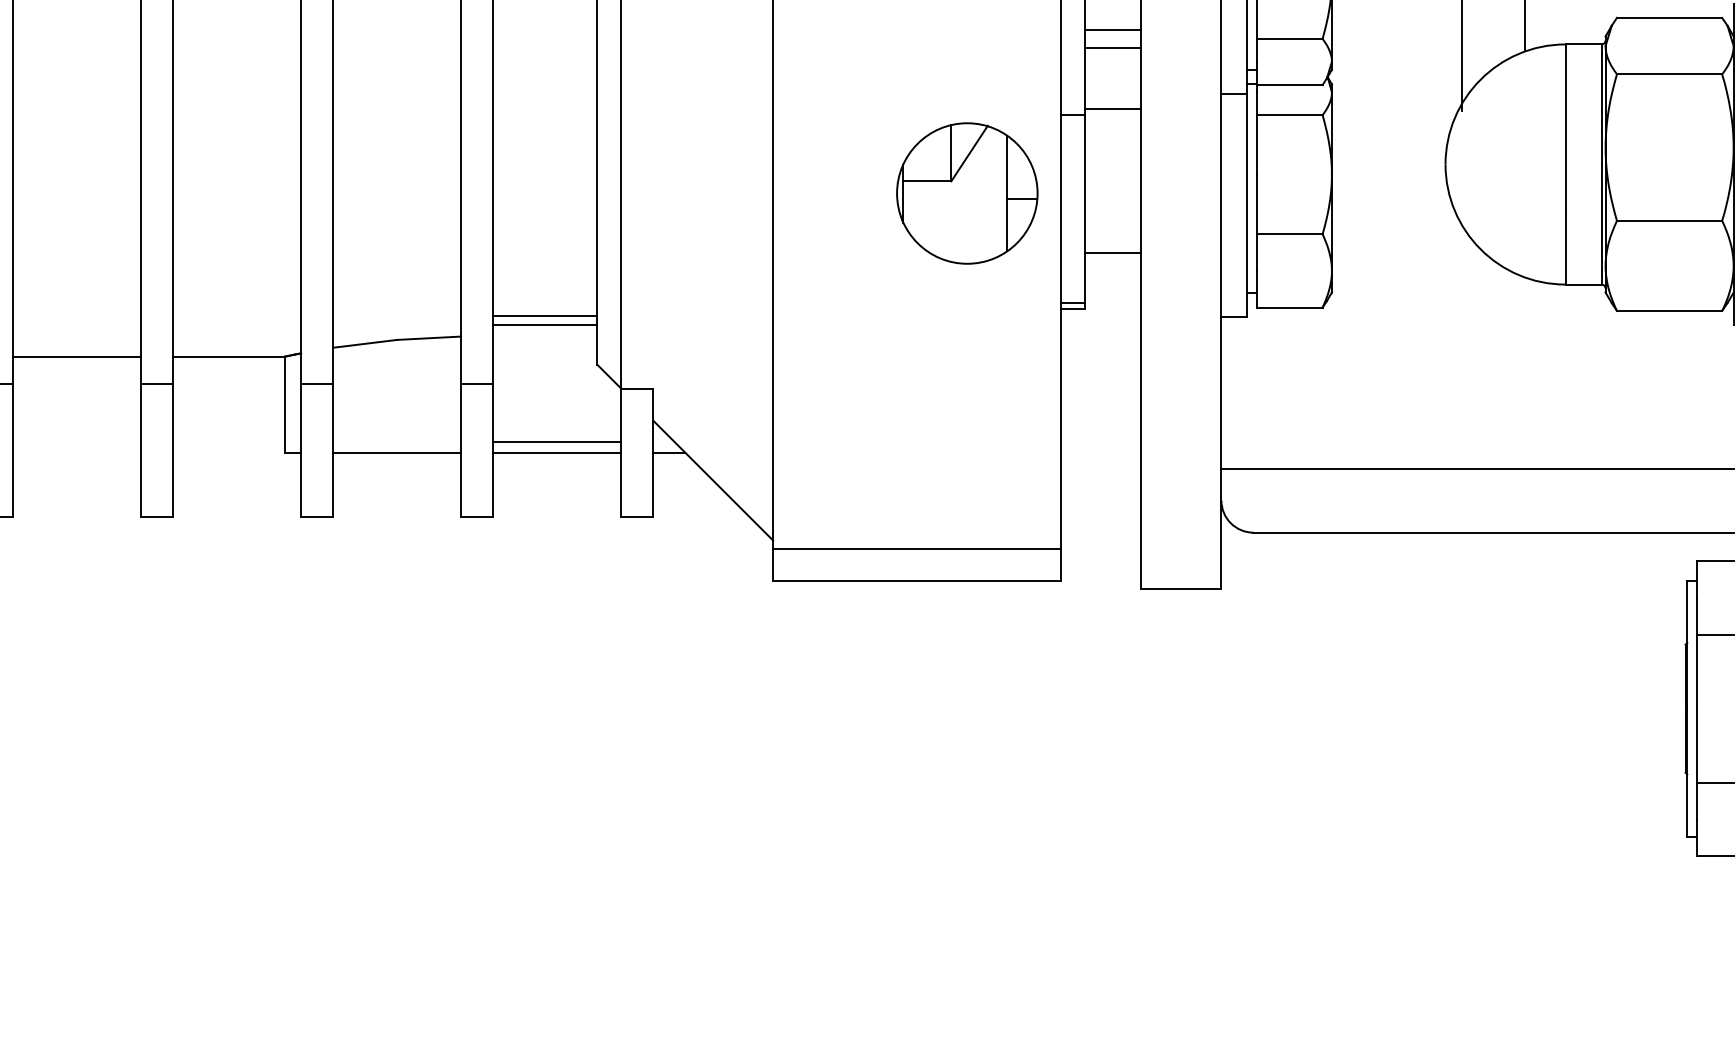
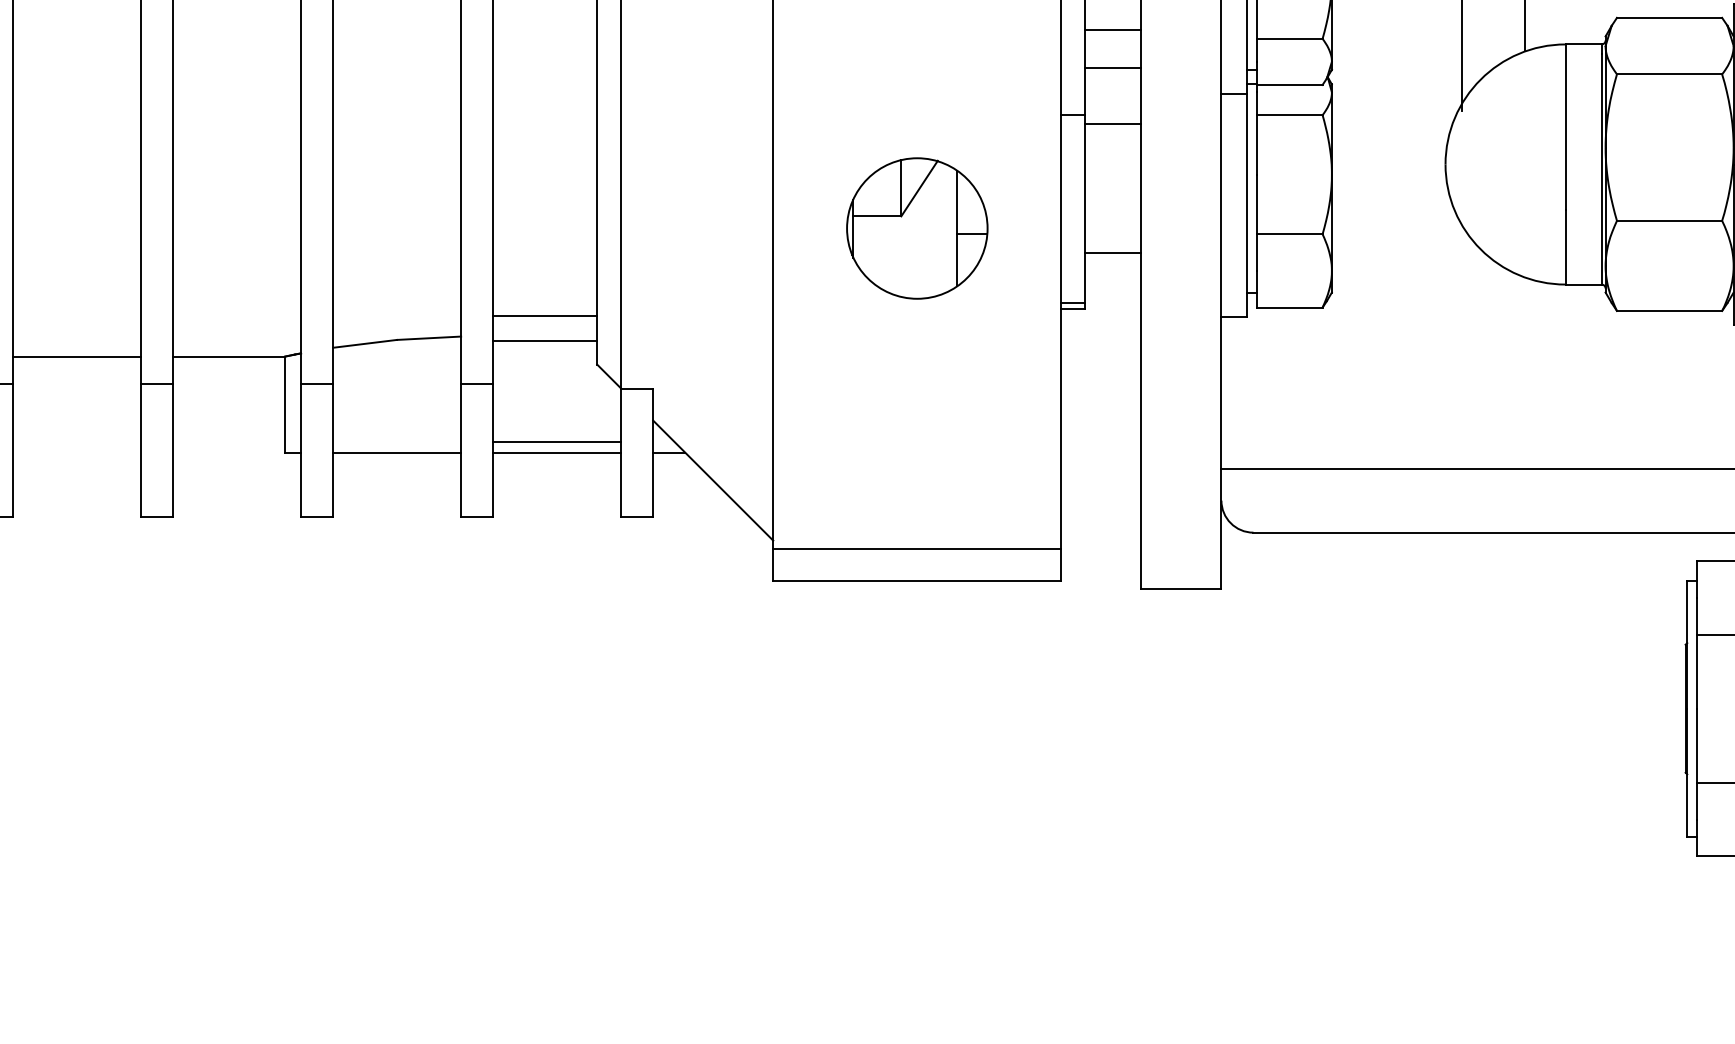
line at (1113, 48) position: (1113, 48) -> (1113, 68)
line at (1113, 109) position: (1113, 109) -> (1113, 124)
part at (967, 193) position: (967, 193) -> (917, 228)
line at (545, 325) position: (545, 325) -> (545, 341)
